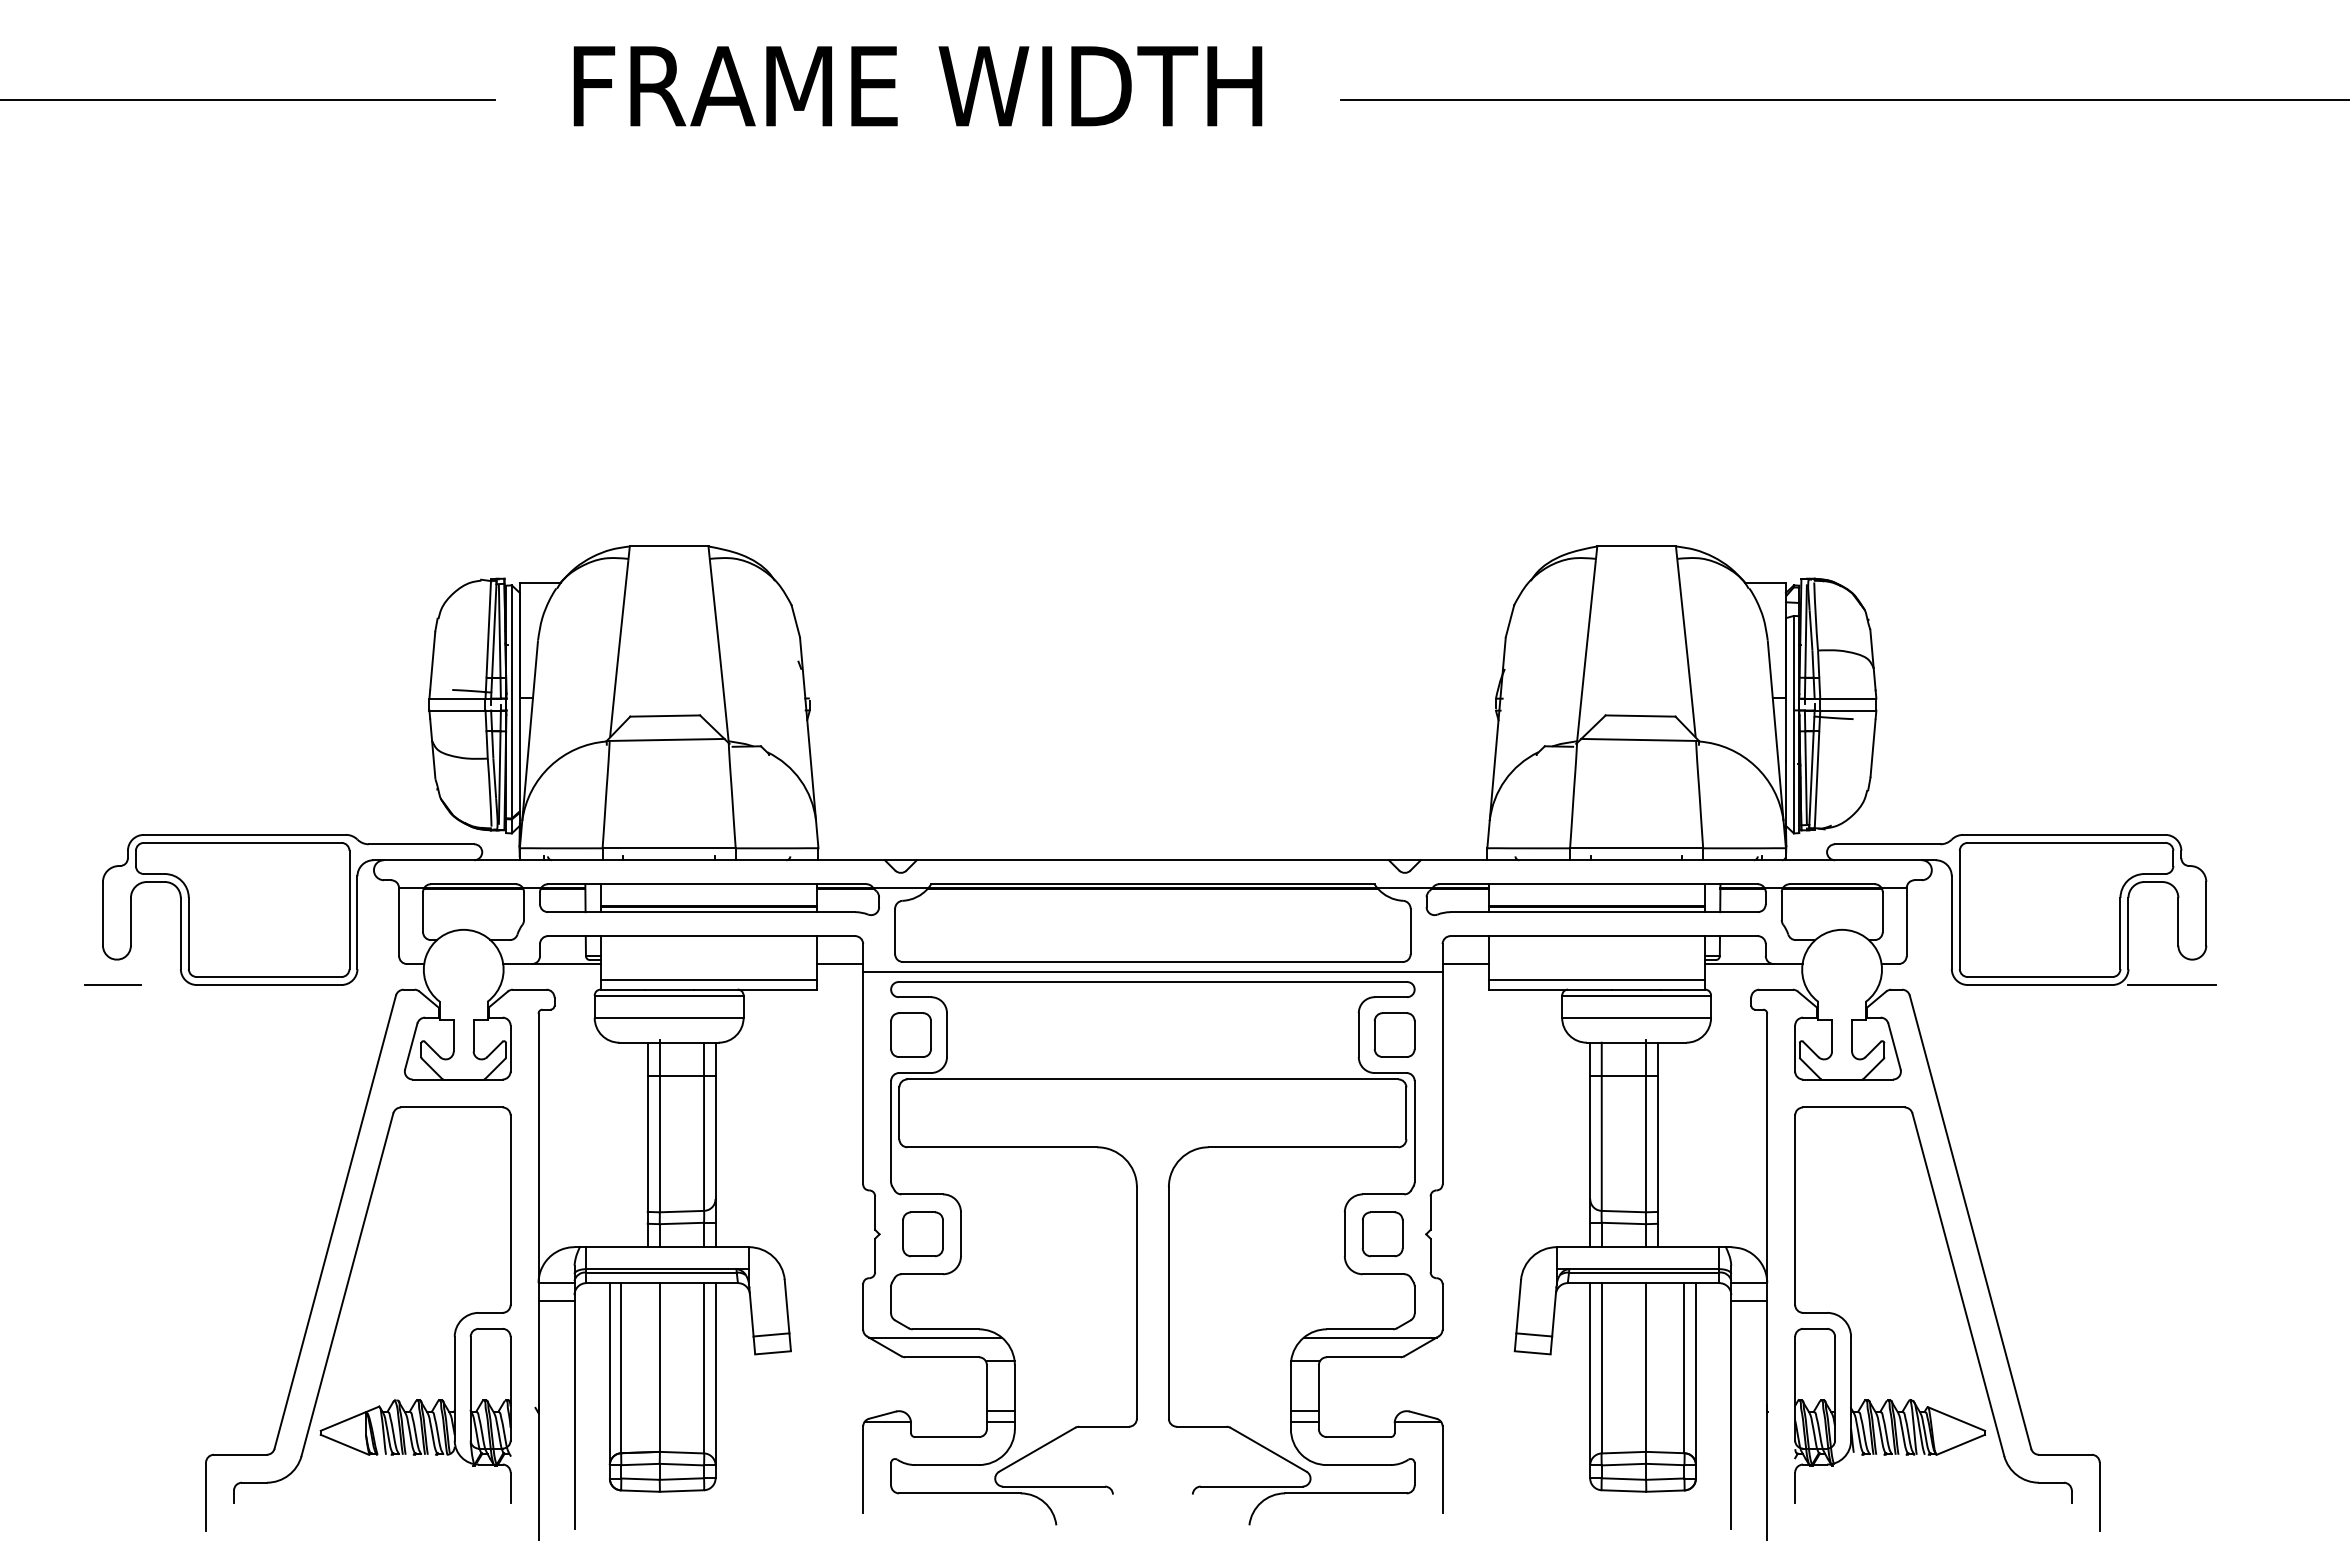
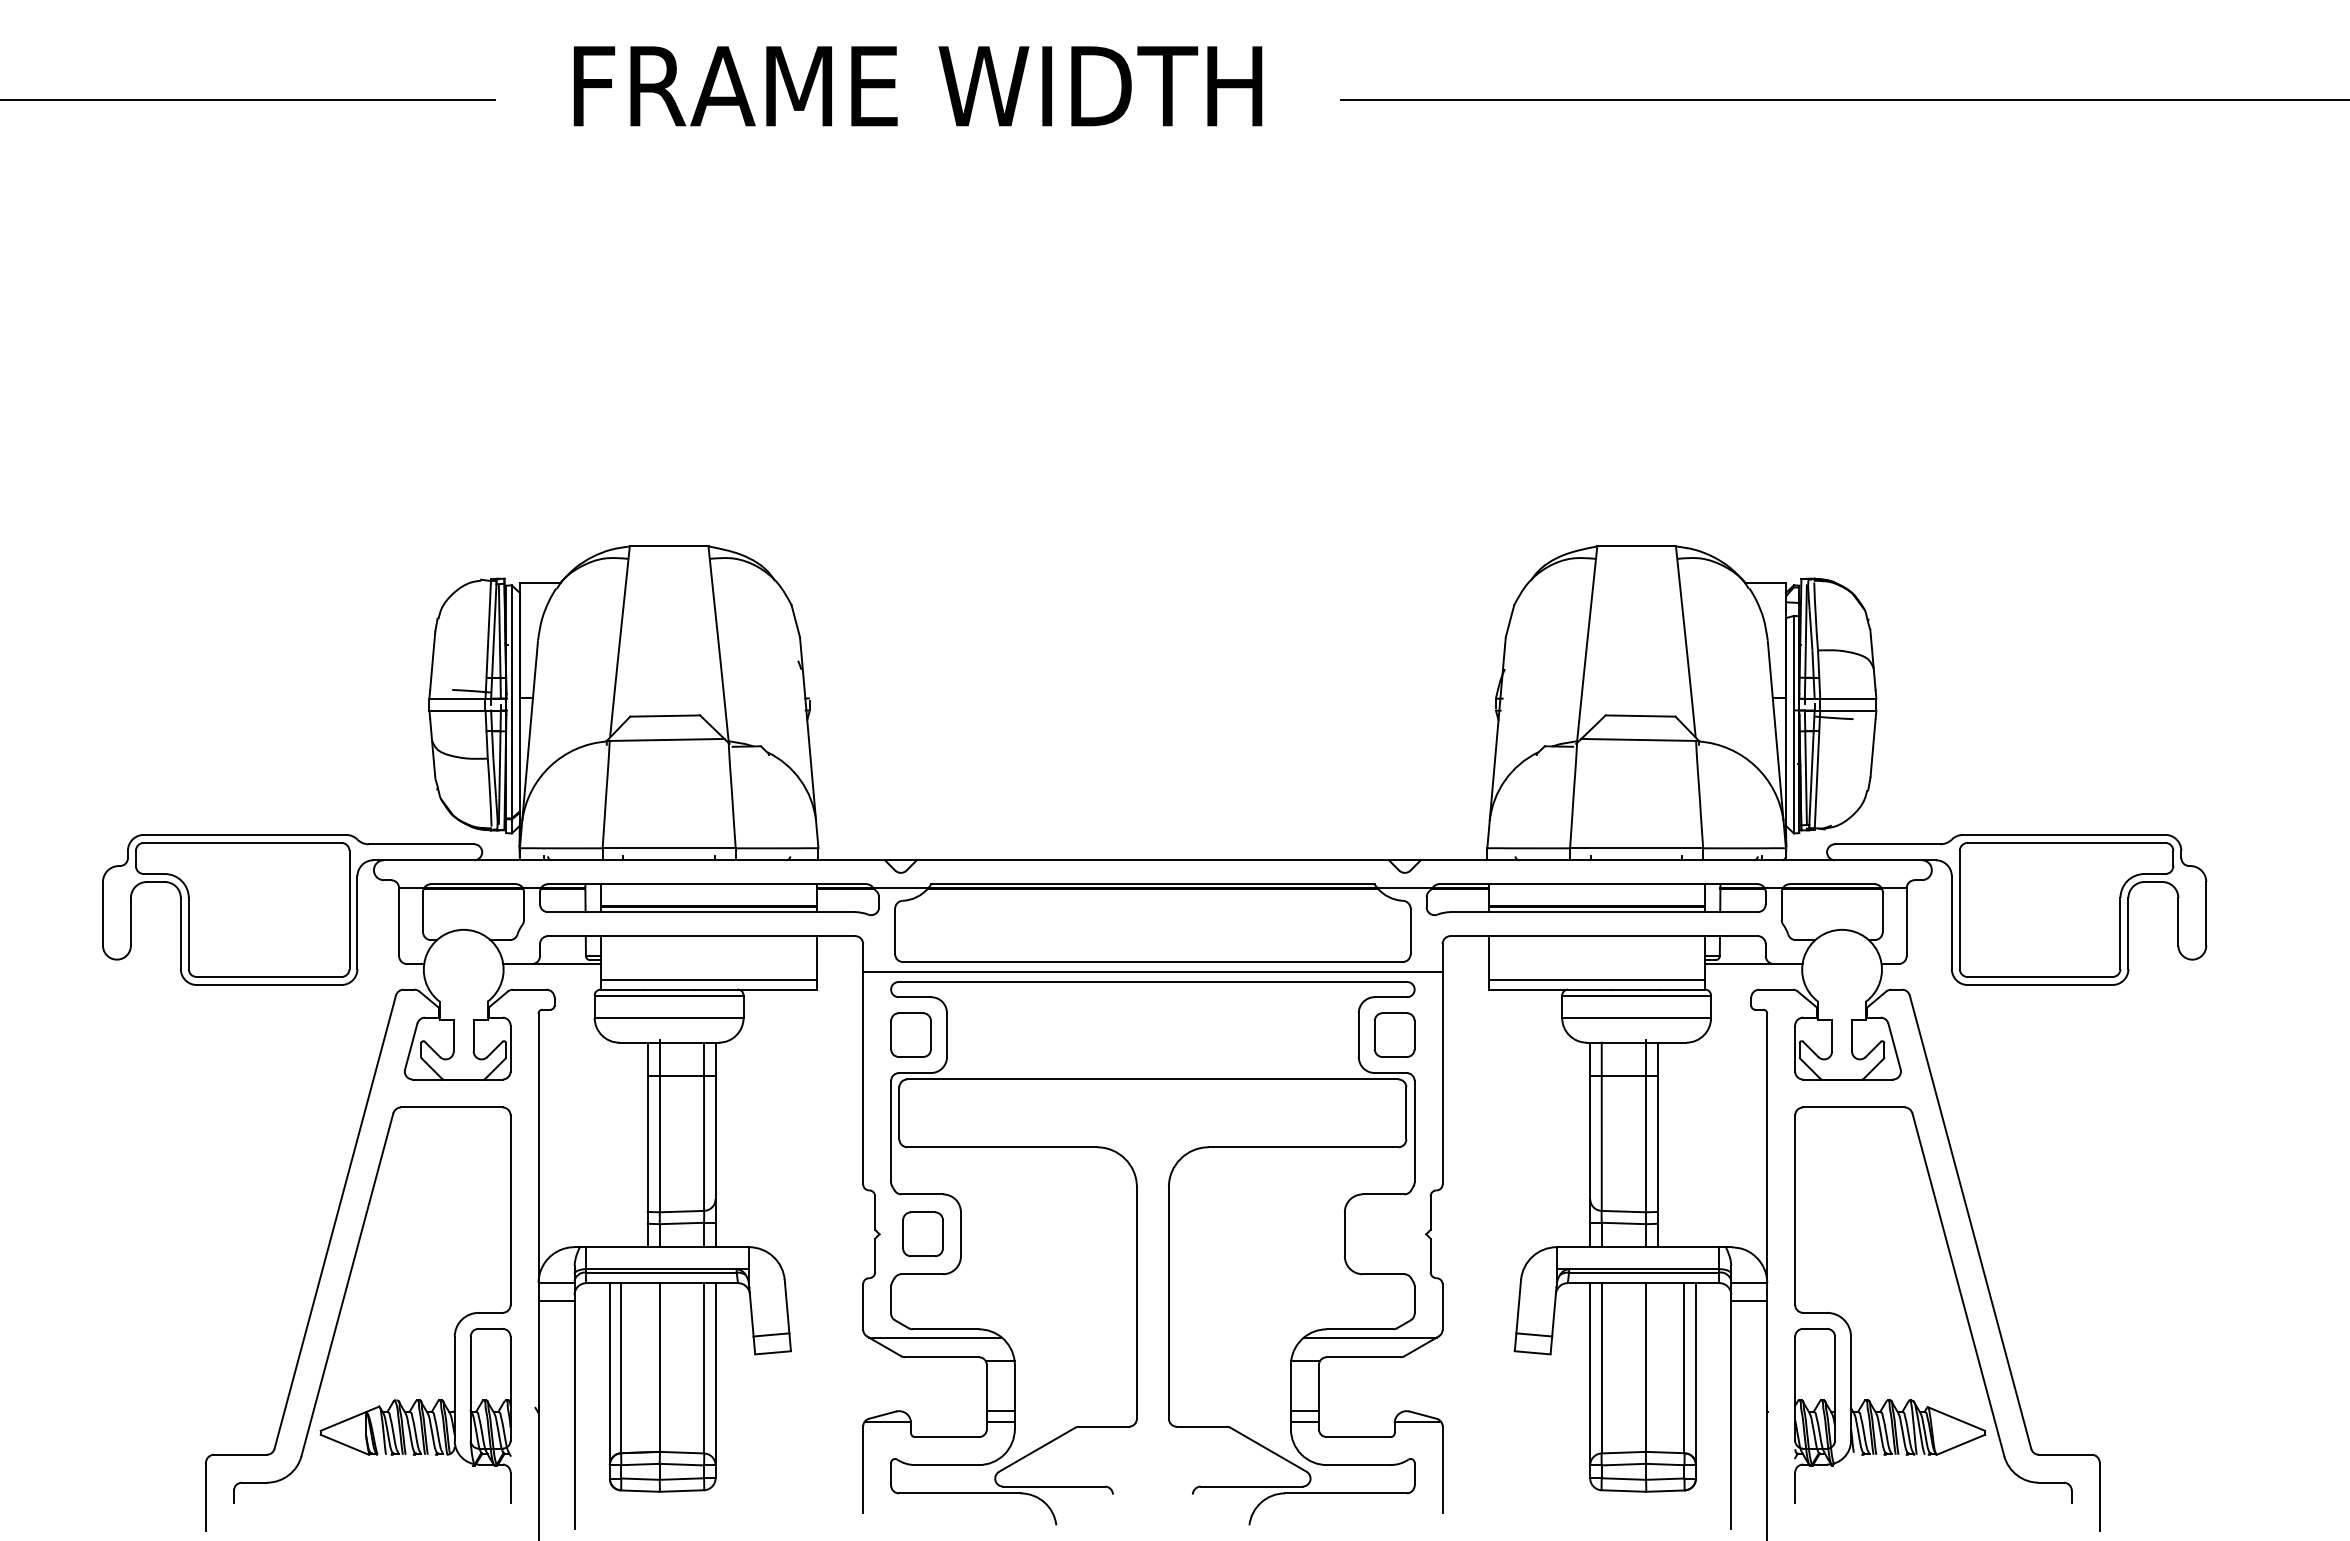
line at (839, 964): present -> none
line at (1465, 964): present -> none
line at (112, 984): present -> none
line at (2172, 985): present -> none
part at (1382, 1234): present -> none
